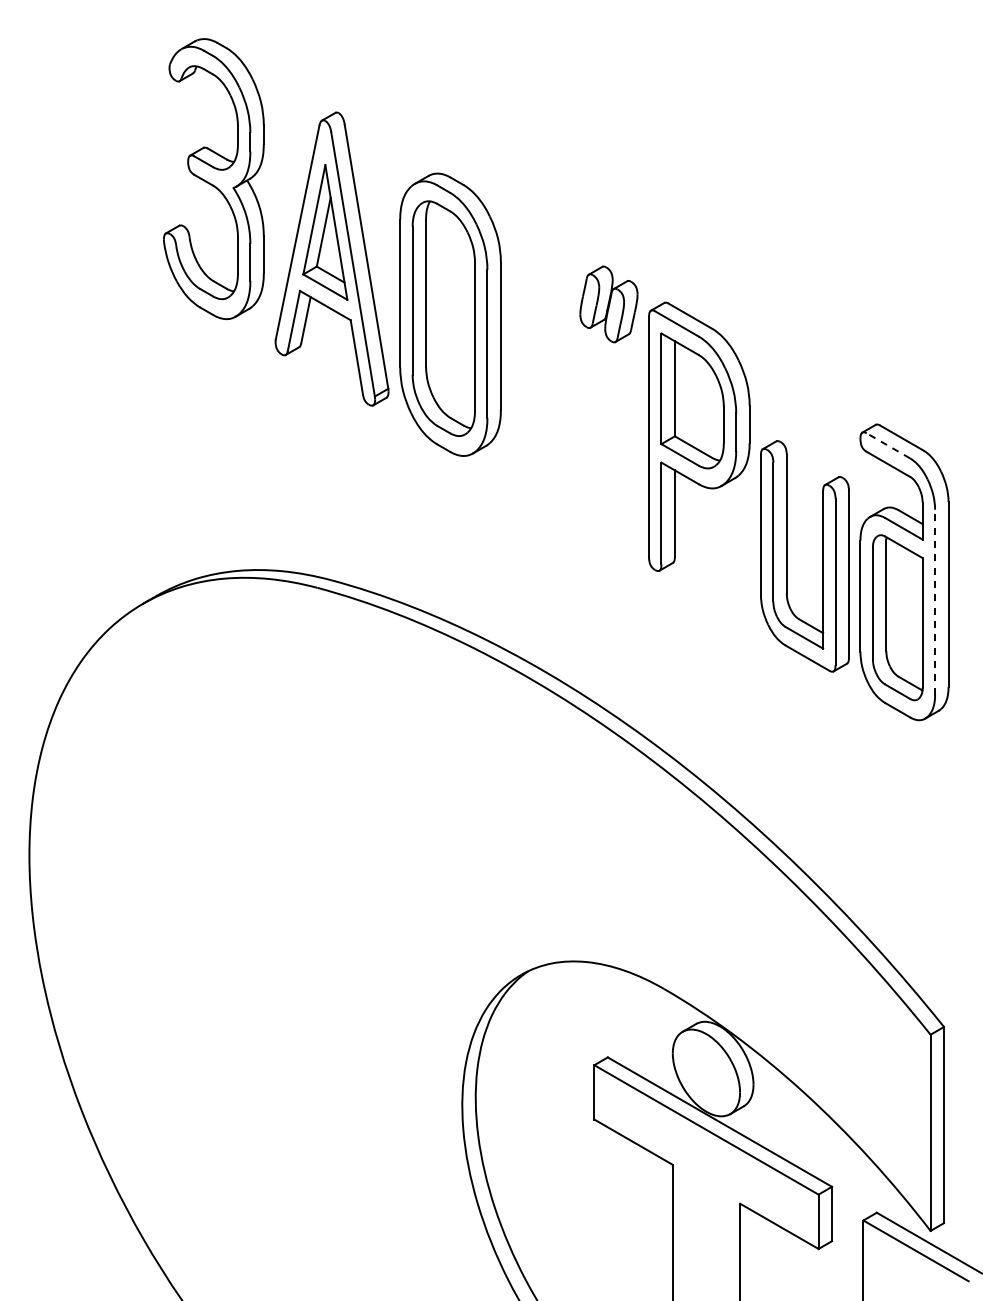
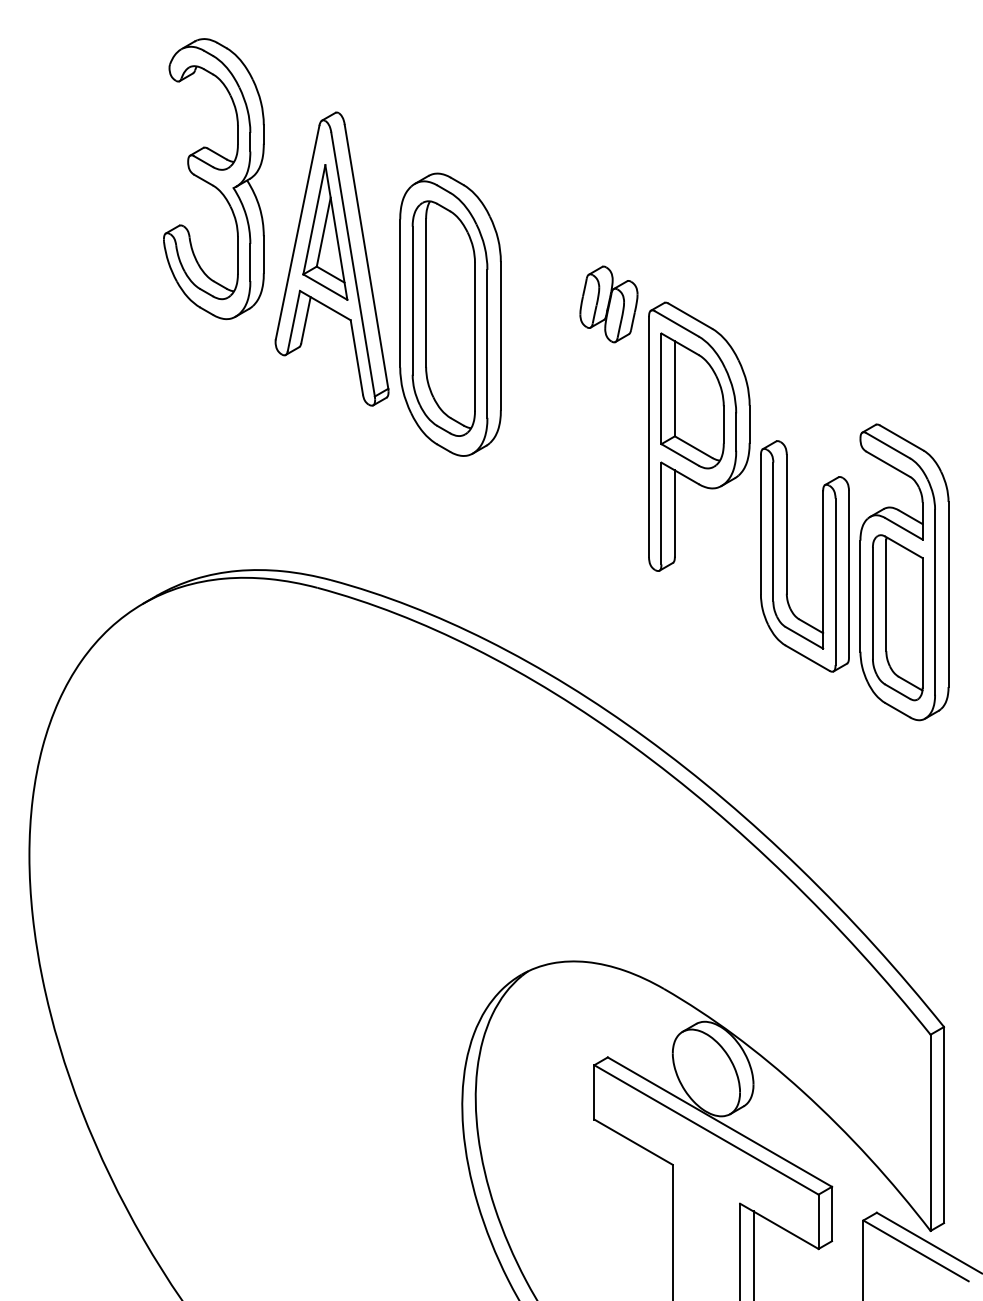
line at (887, 445): dashed -> solid
line at (935, 602): dashed -> solid
line at (753, 1254): none -> present
